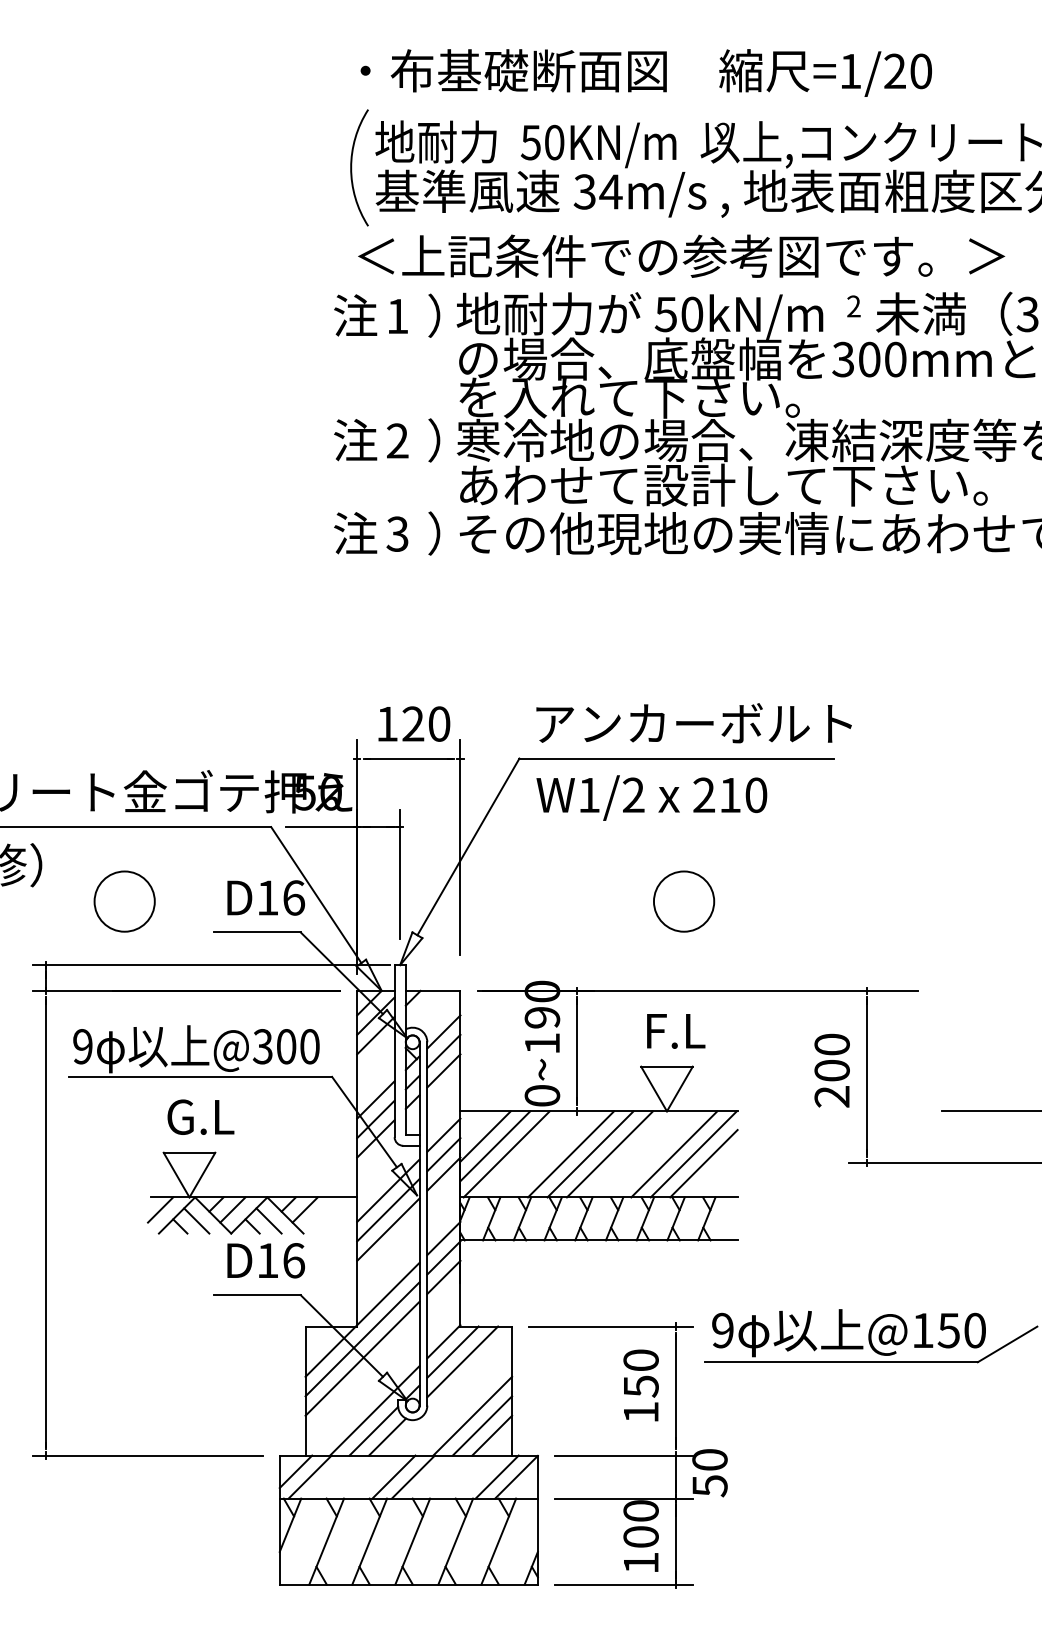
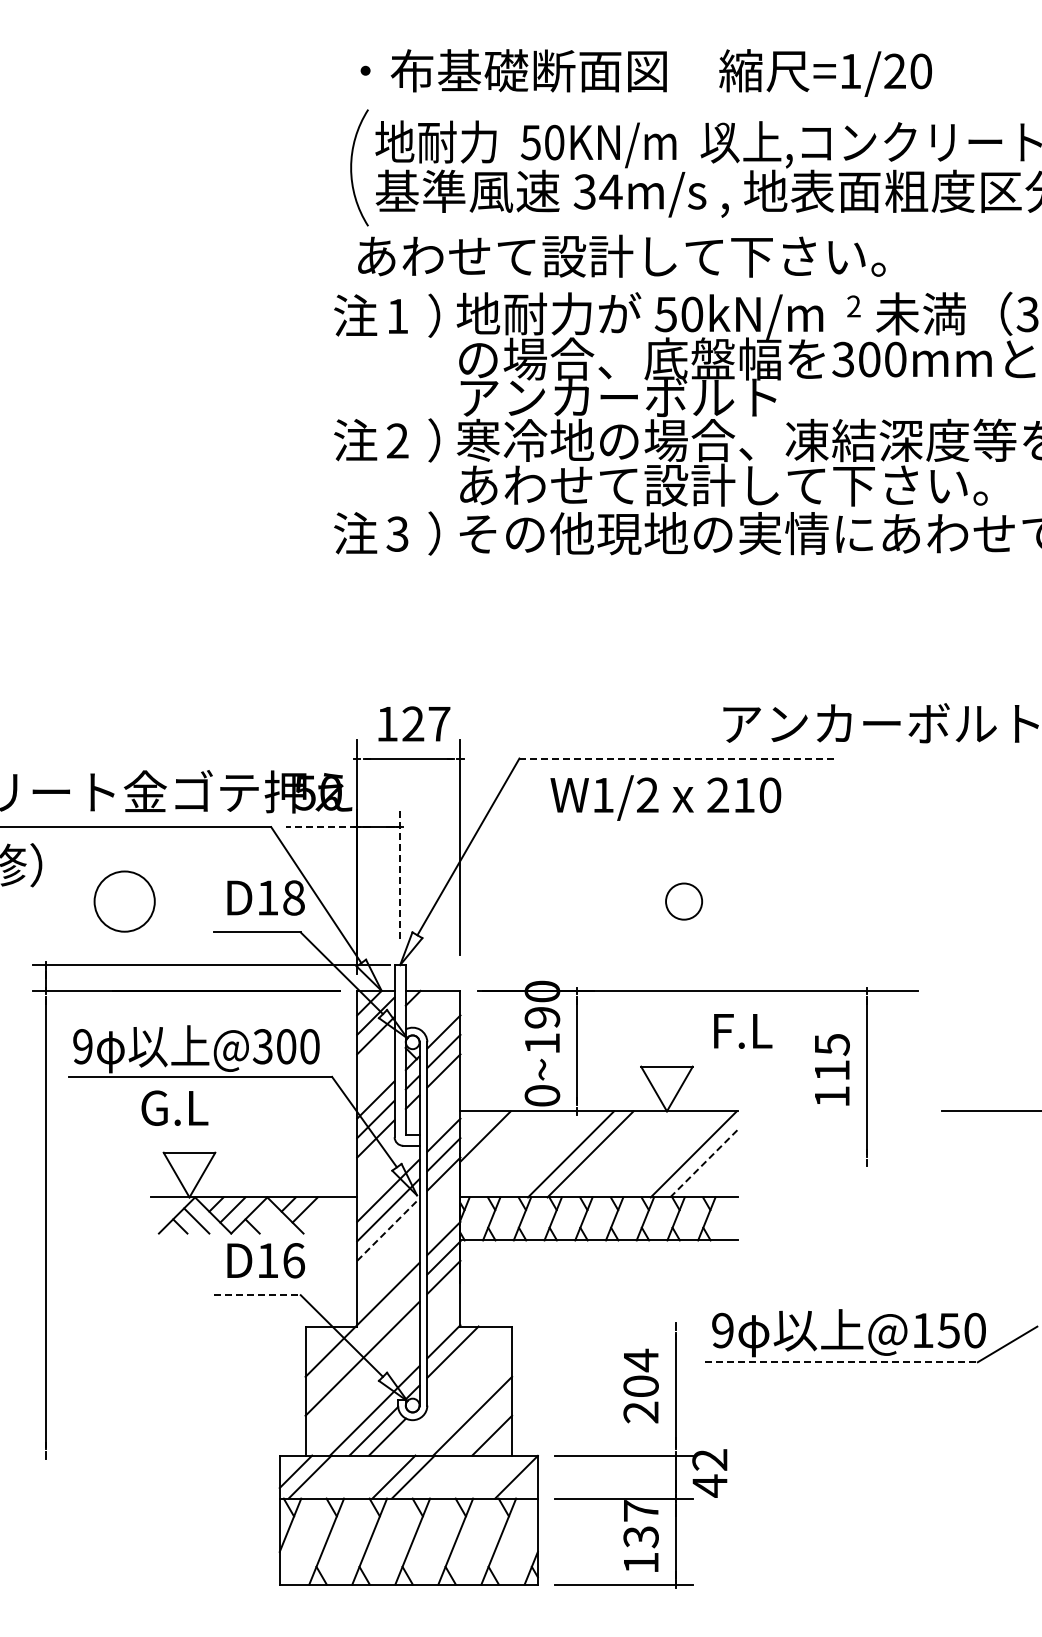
text at (681, 255): ＜上記条件での参考図です。＞ -> あわせて設計して下さい。
text at (629, 397): を入れて下さい。 -> アンカーボルト
text at (439, 723): 120 -> 127
text at (693, 723) position: (693, 723) -> (880, 723)
line at (676, 758): solid -> dashed
text at (651, 797) position: (651, 797) -> (665, 797)
line at (321, 827): solid -> dashed
line at (400, 874): solid -> dashed
text at (294, 897): D16 -> D18
circle at (683, 901) diameter: 60 px -> 36 px
text at (676, 1031) position: (676, 1031) -> (743, 1031)
text at (831, 1070): 200 -> 115
text at (200, 1116) position: (200, 1116) -> (174, 1107)
line at (495, 1146): present -> none
line at (506, 1154): present -> none
line at (609, 1154): present -> none
line at (674, 1154): present -> none
line at (703, 1163): solid -> dashed
line at (943, 1163): present -> none
line at (160, 1209): present -> none
line at (268, 1220): present -> none
line at (388, 1229): solid -> dashed
line at (257, 1295): solid -> dashed
line at (610, 1326): present -> none
line at (362, 1339): present -> none
line at (462, 1361): present -> none
line at (841, 1362): solid -> dashed
text at (640, 1385): 150 -> 204
line at (482, 1425): present -> none
line at (147, 1455): present -> none
text at (709, 1473): 50 -> 42
line at (496, 1476): present -> none
text at (640, 1524): 100 -> 137
